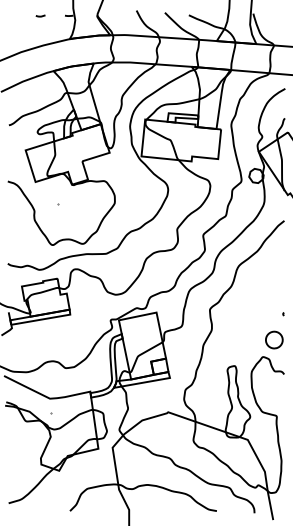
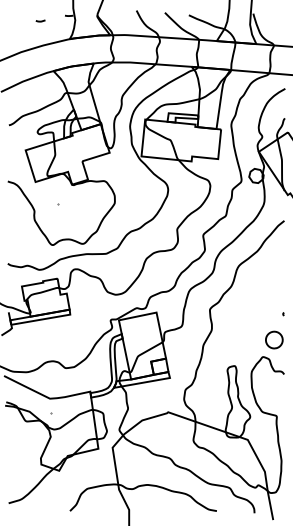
curve at (40, 15) position: (40, 15) -> (40, 20)
